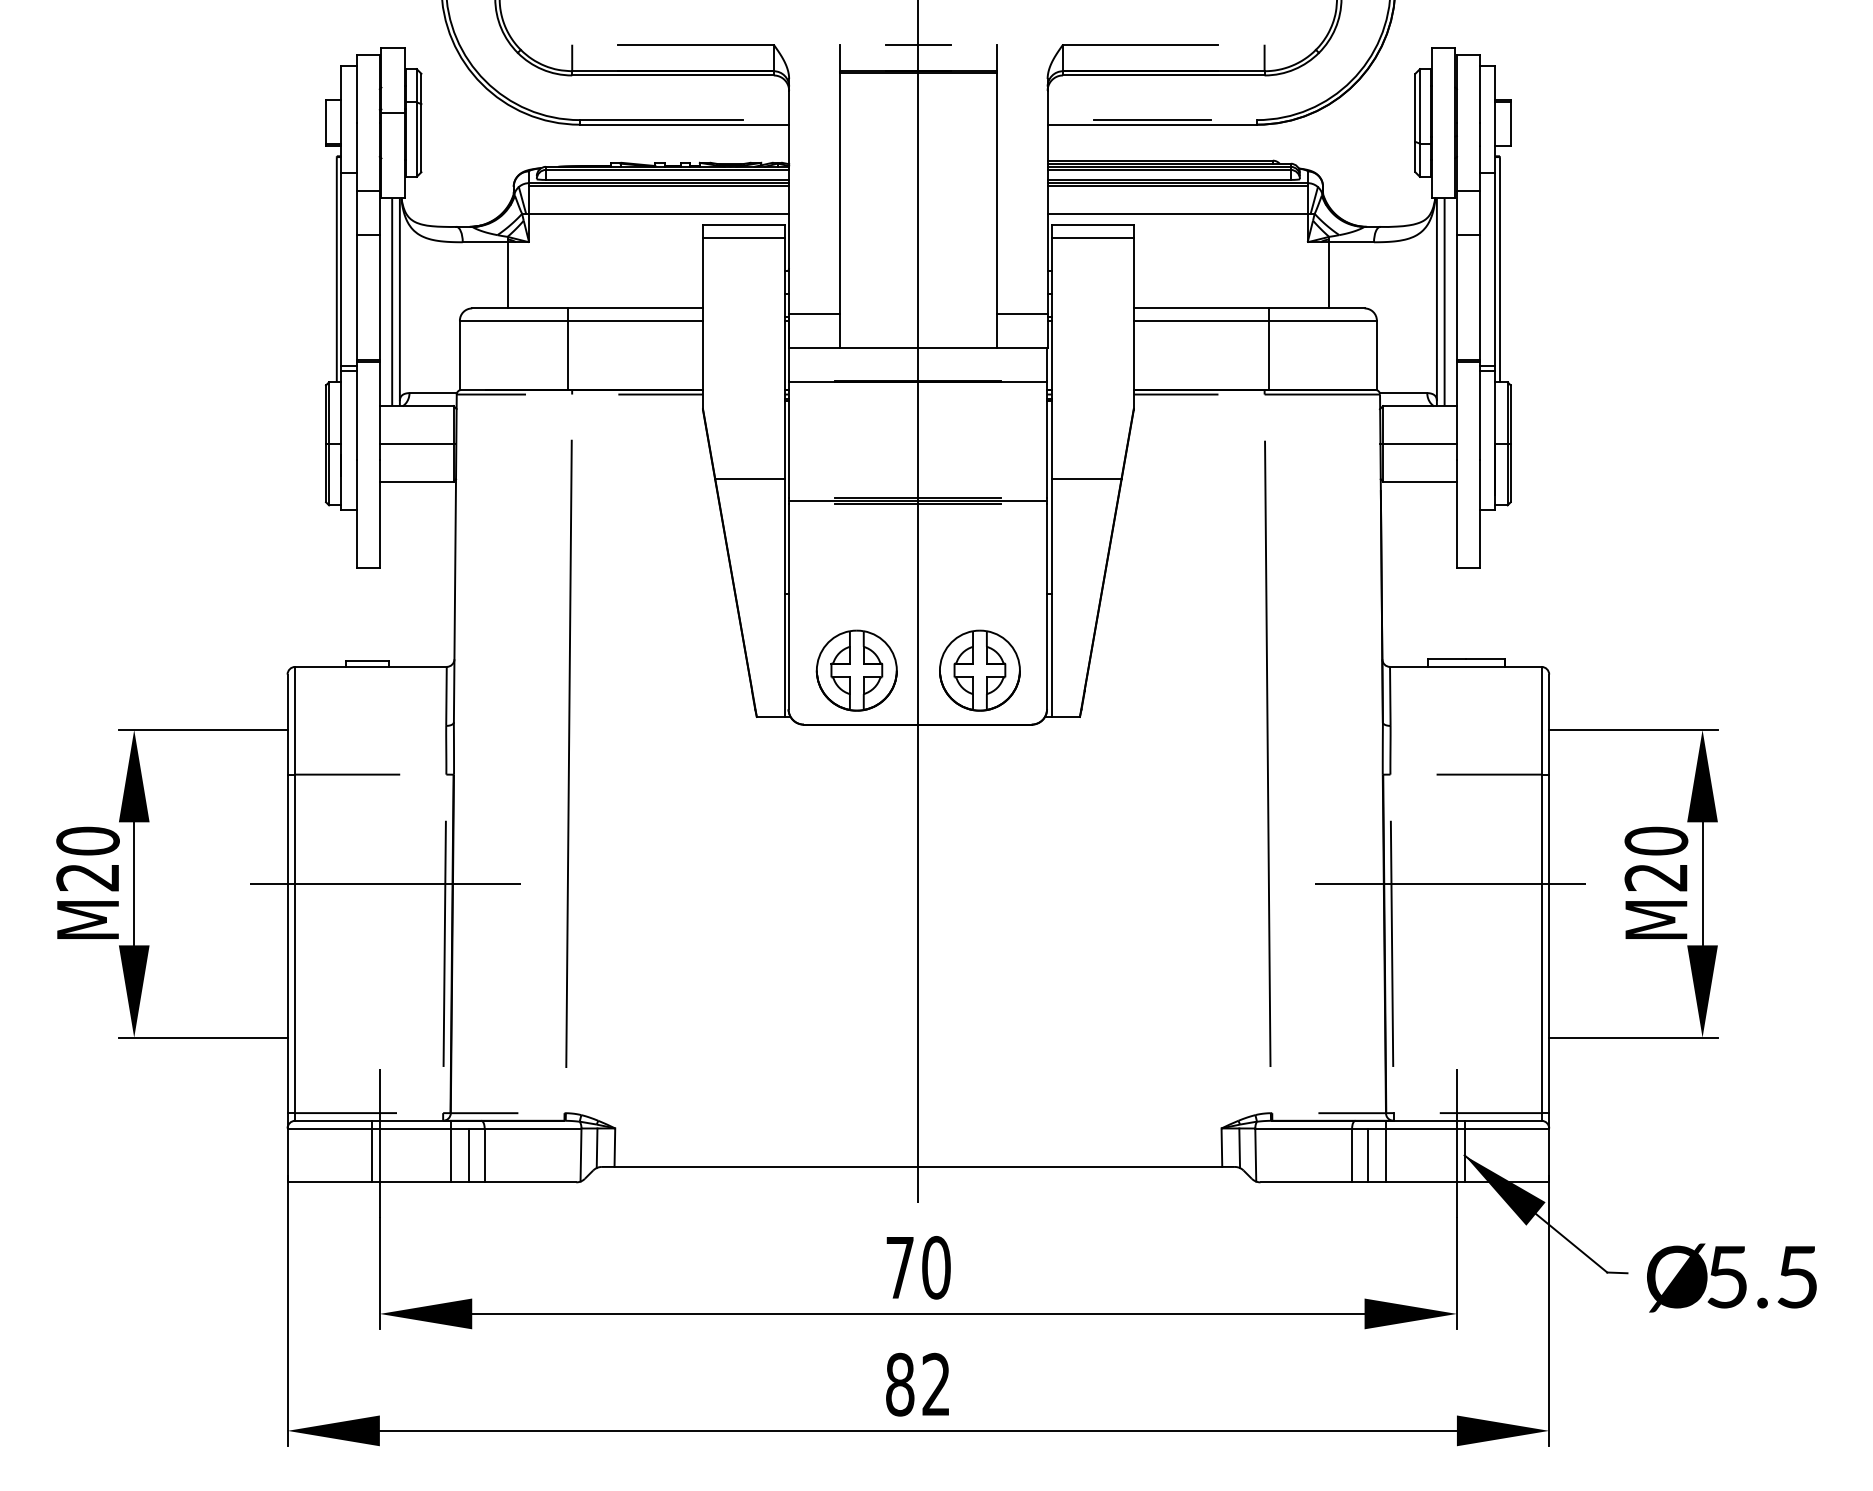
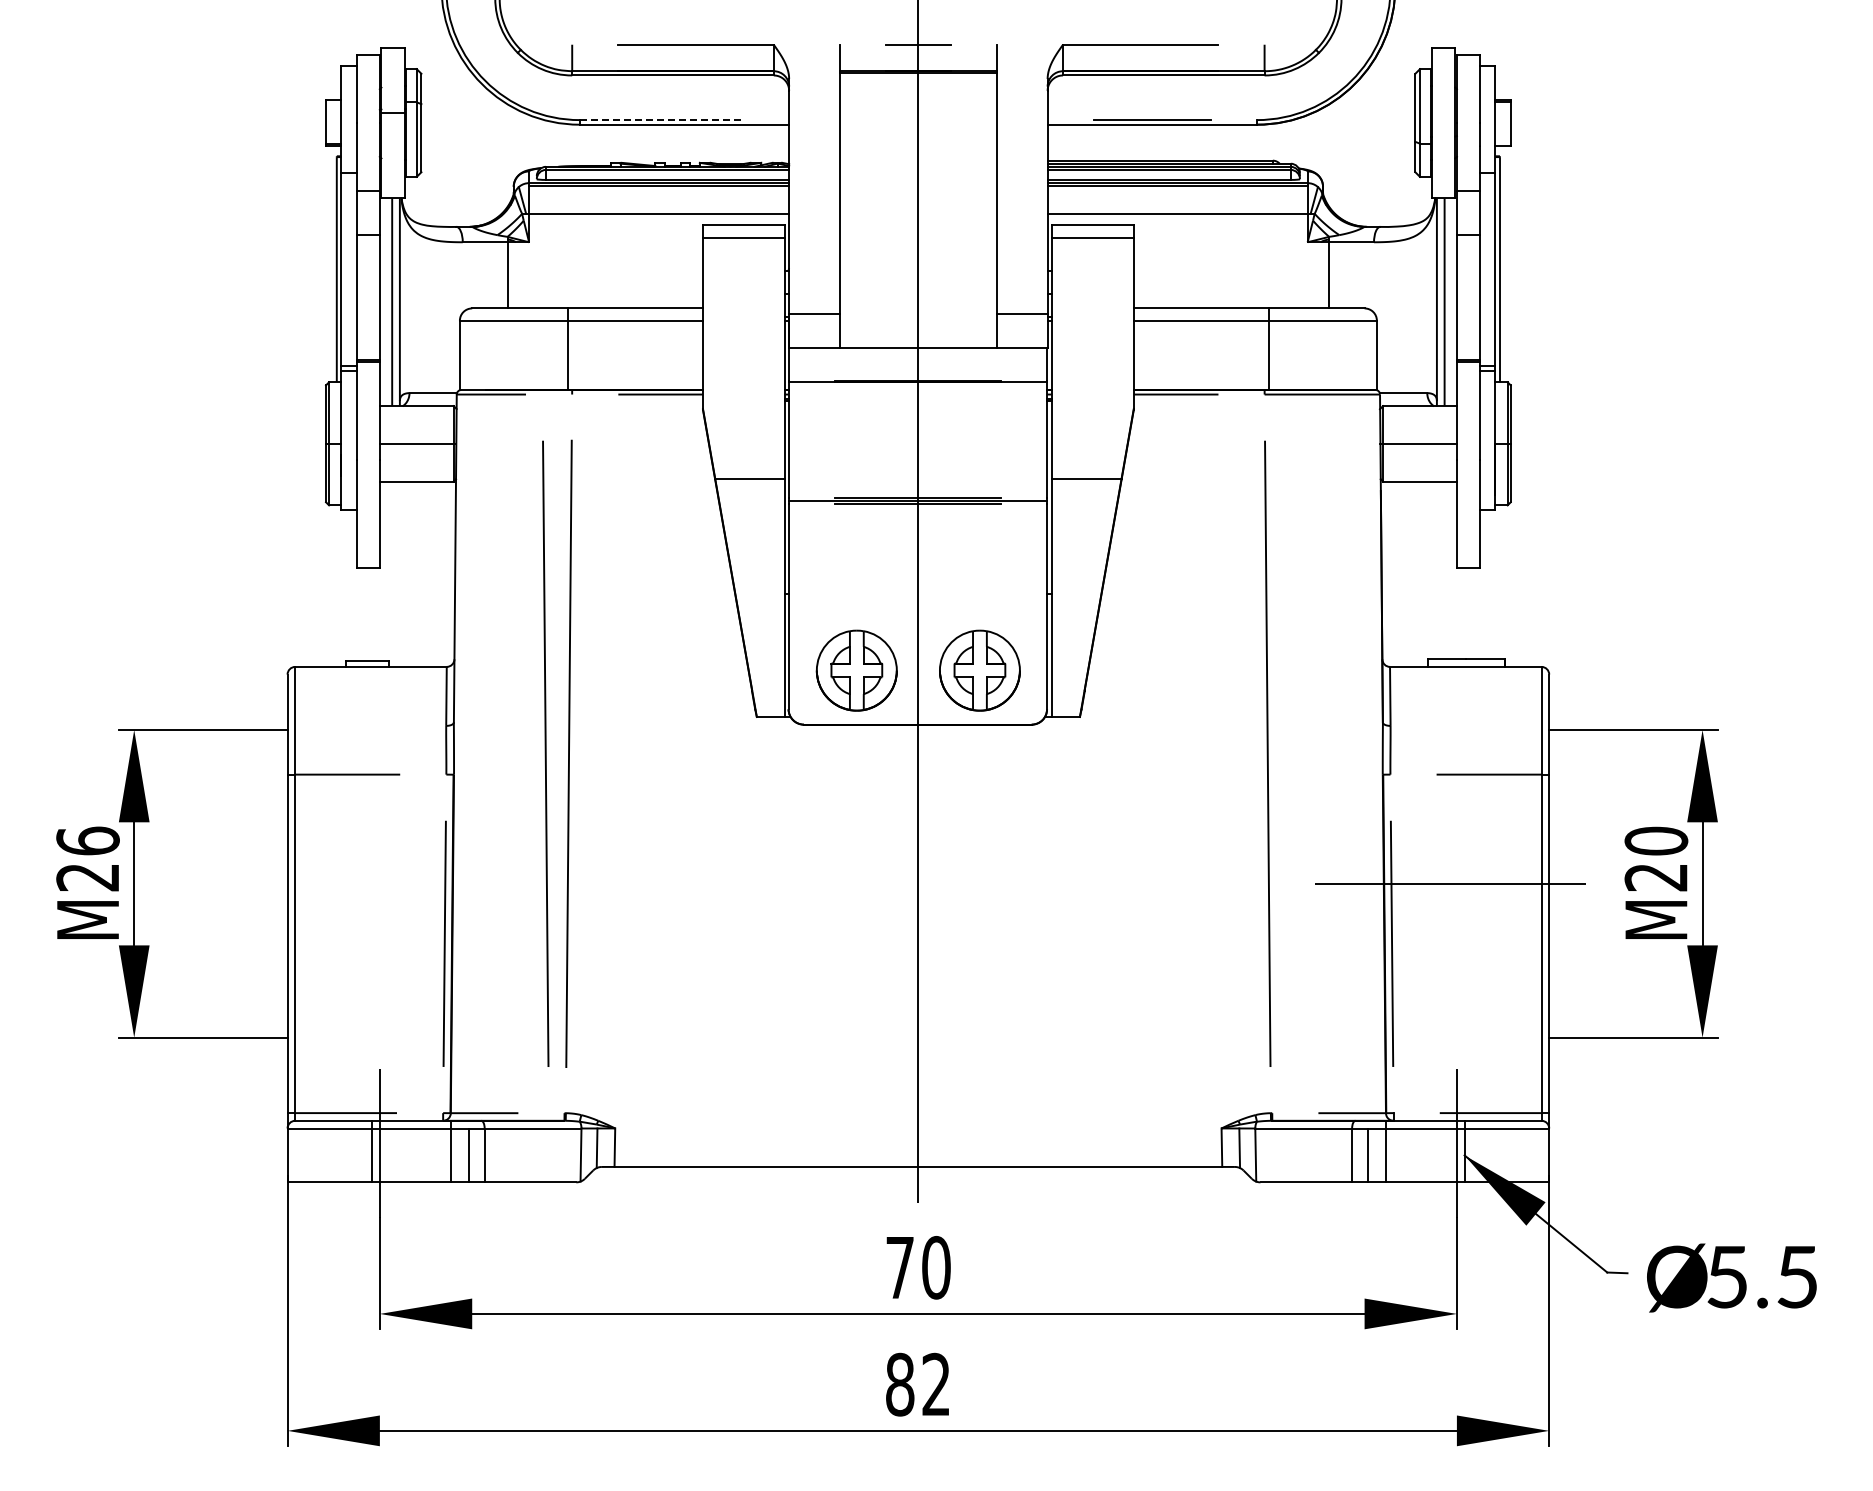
line at (661, 120): solid -> dashed
line at (545, 753): none -> present
text at (87, 840): M20 -> M26
line at (385, 883): present -> none
